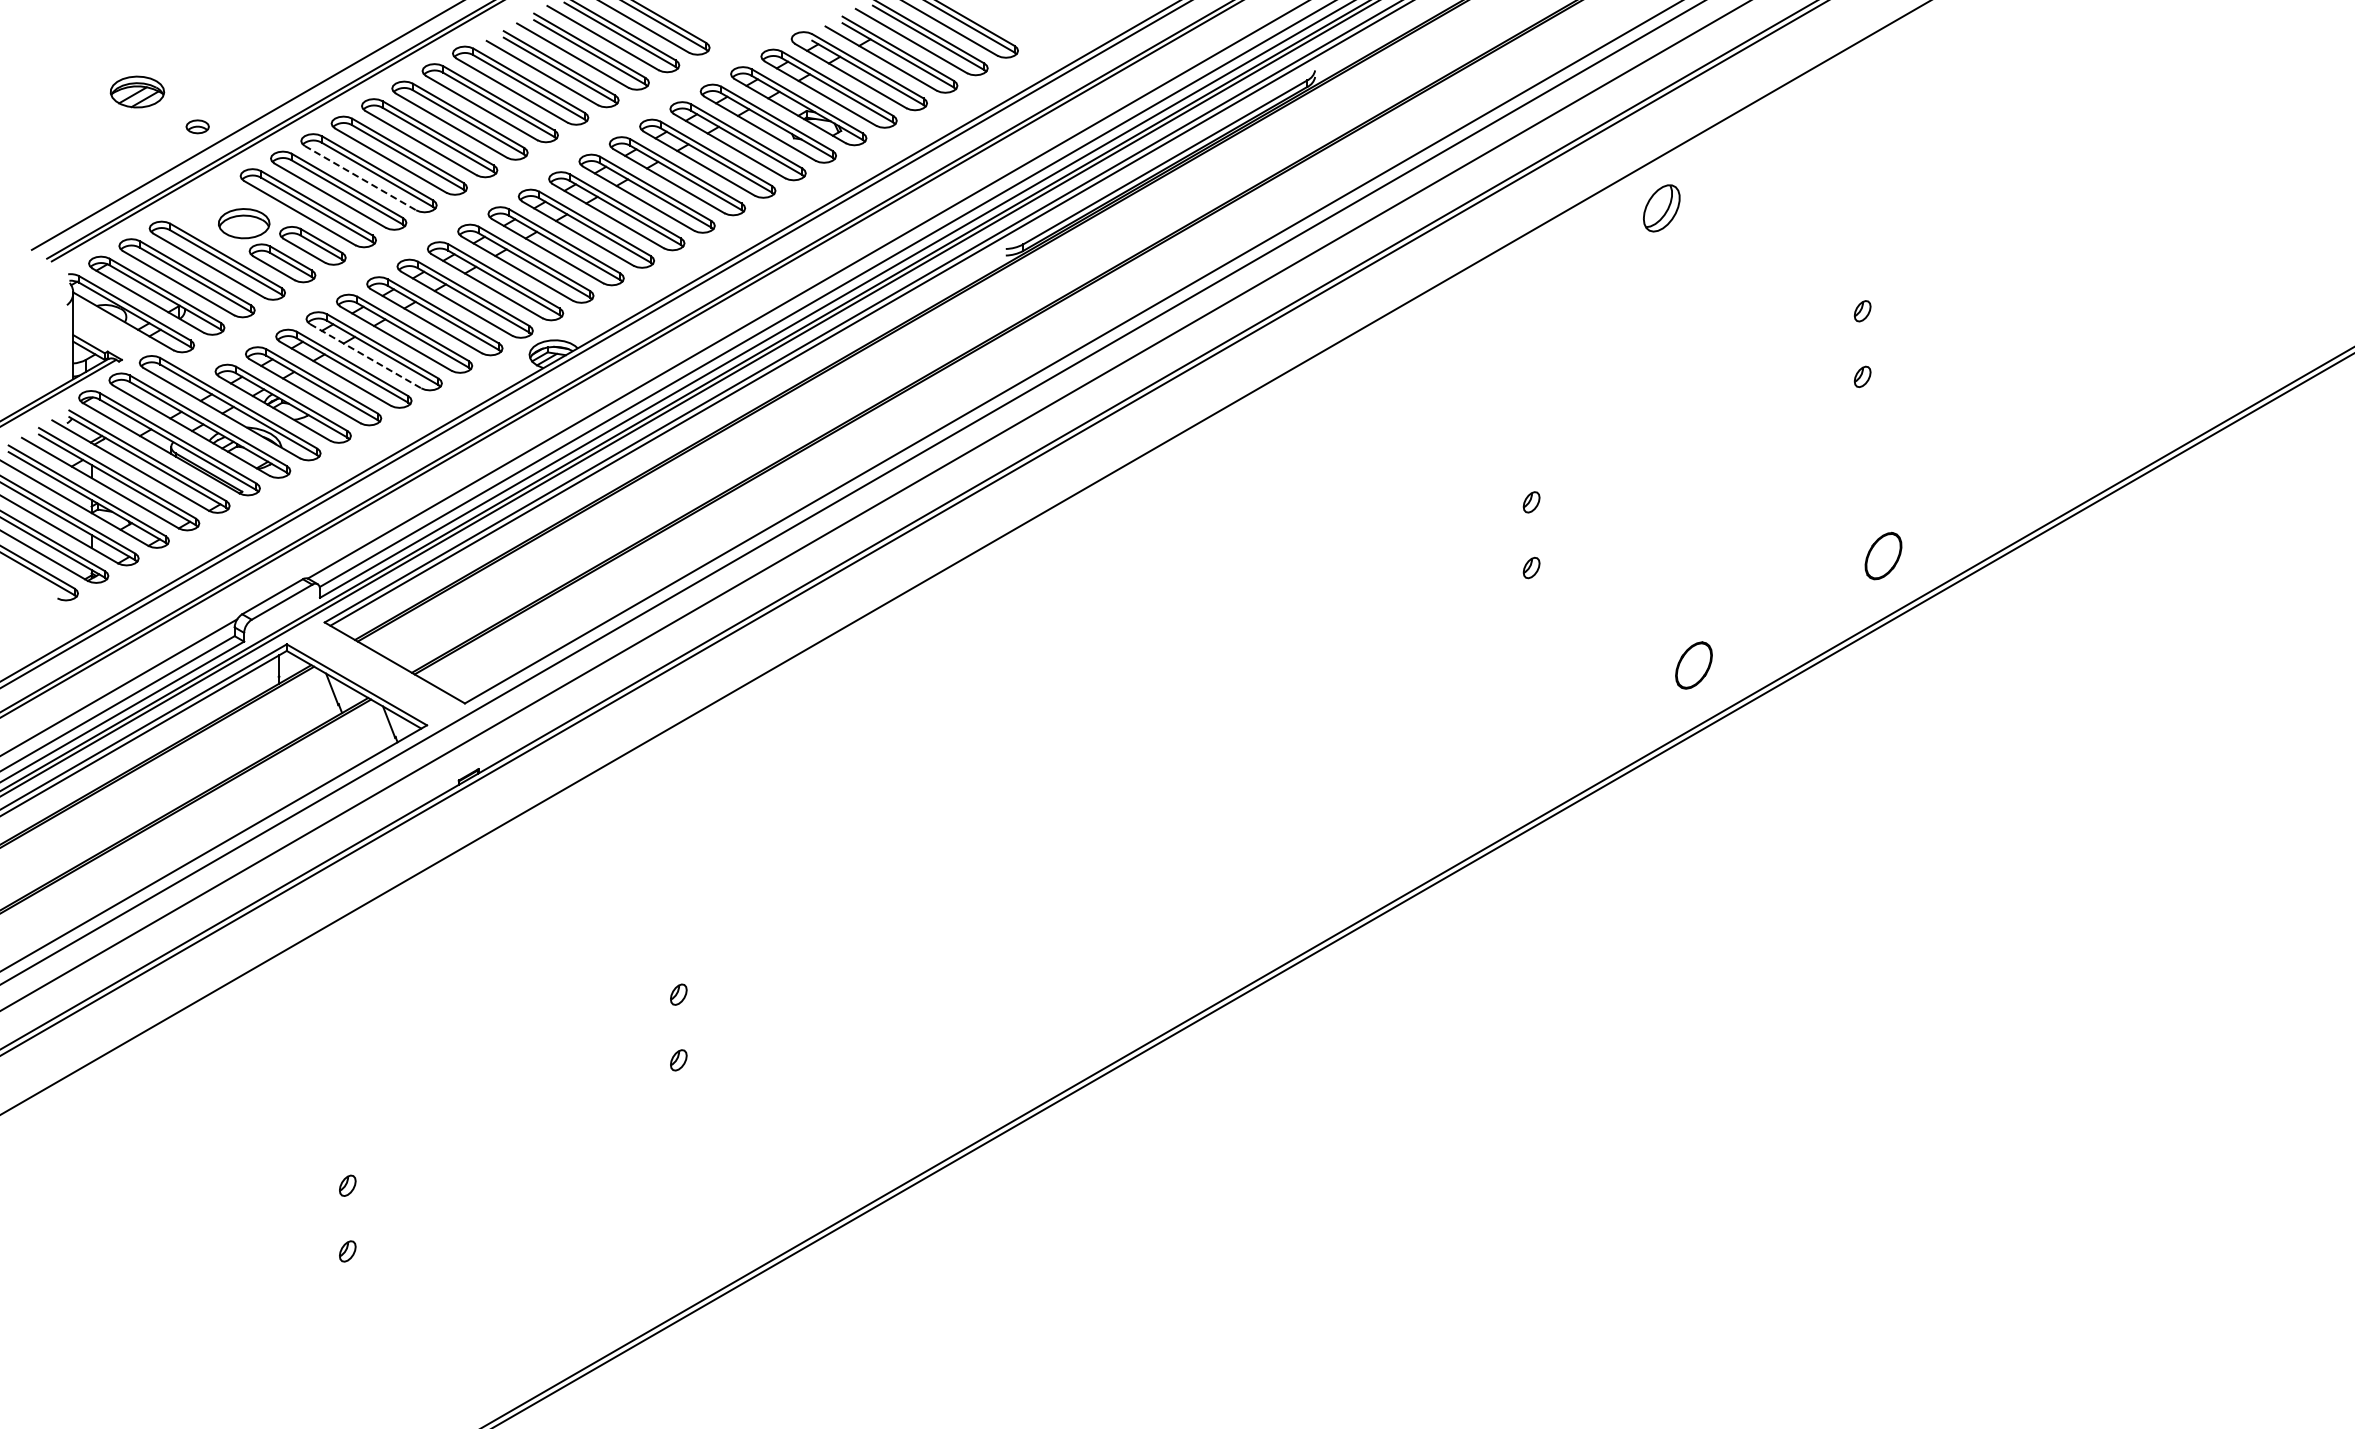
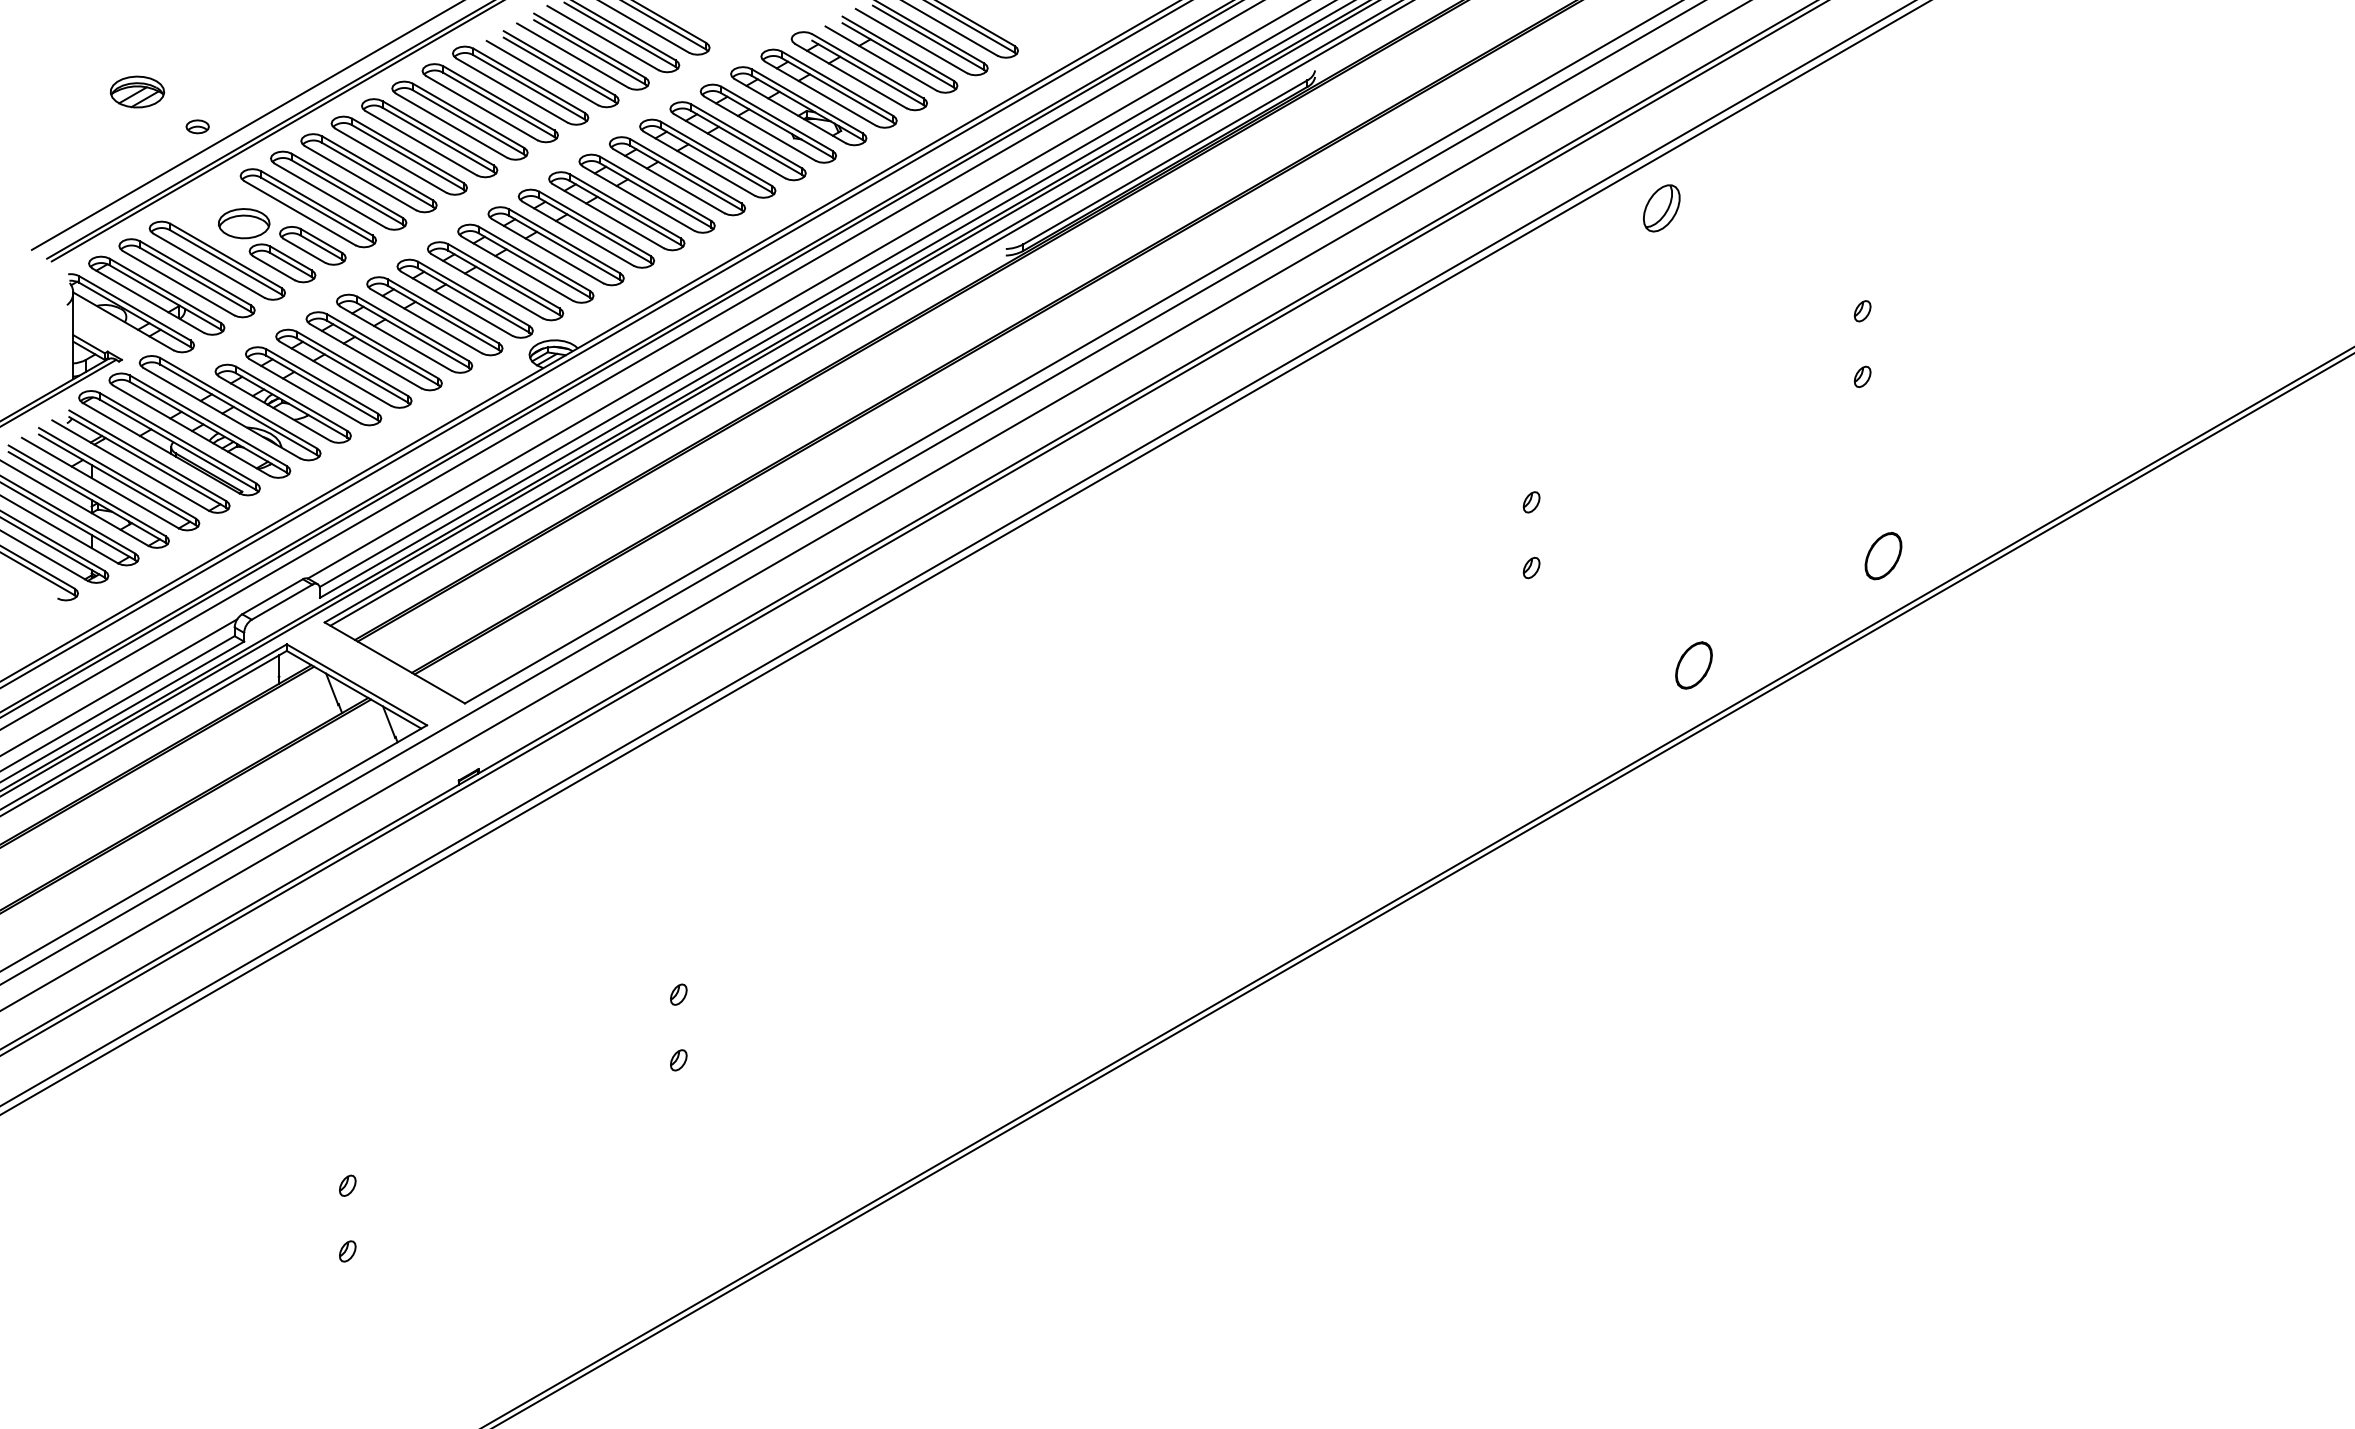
line at (360, 178): dashed -> solid
line at (366, 356): dashed -> solid
line at (631, 365): none -> present
line at (957, 553): none -> present
